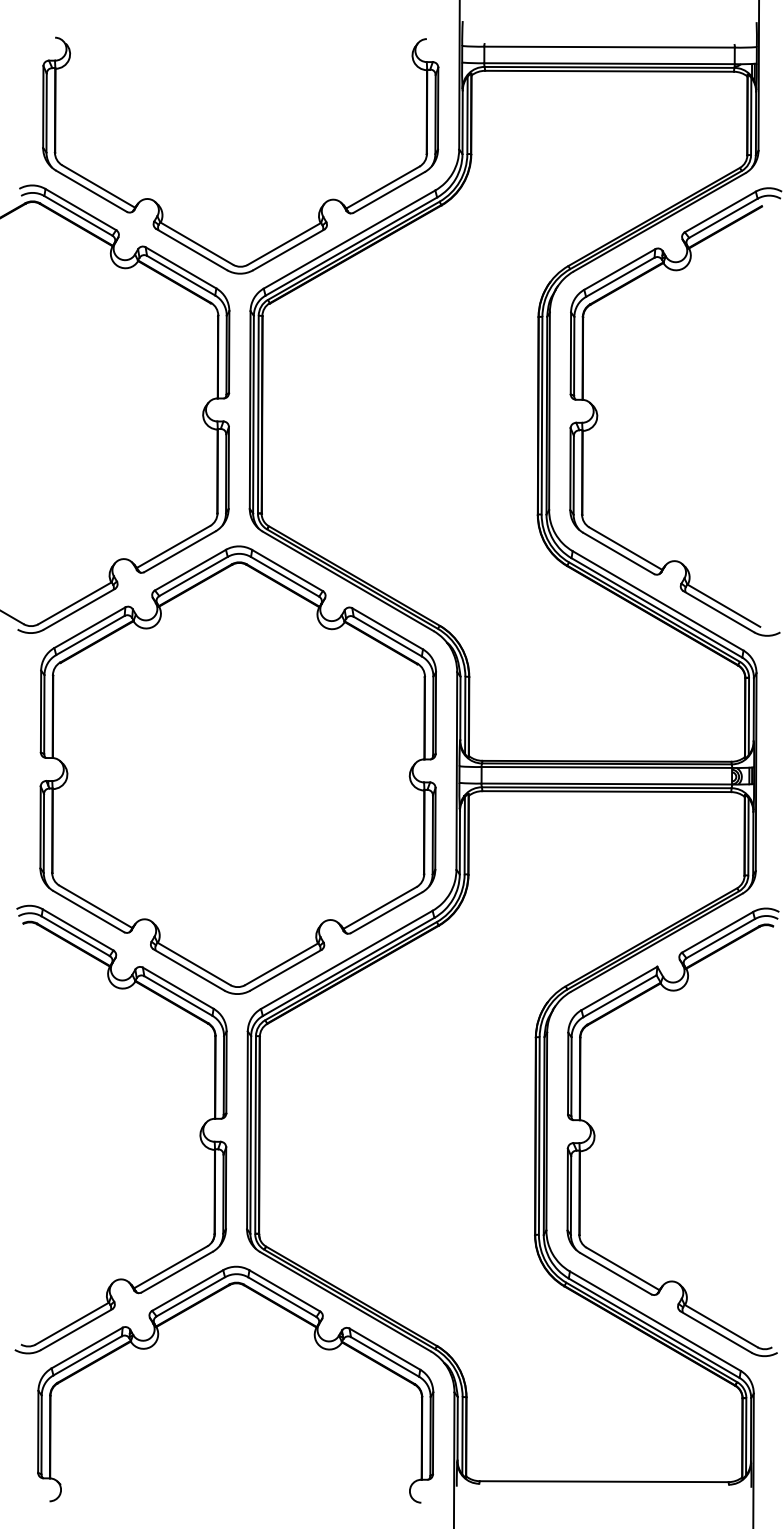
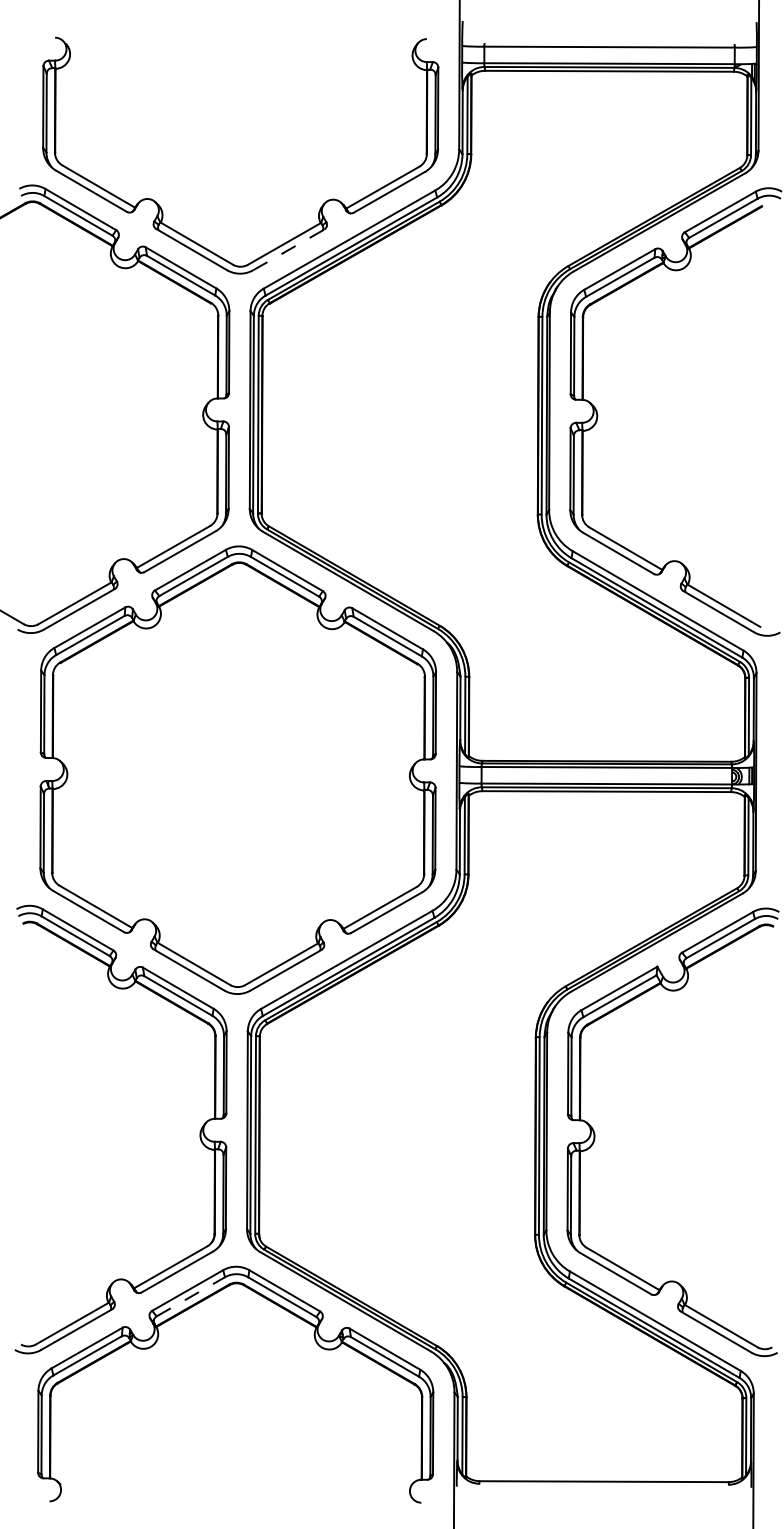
line at (288, 249): solid -> dashed
line at (191, 1296): solid -> dashed
